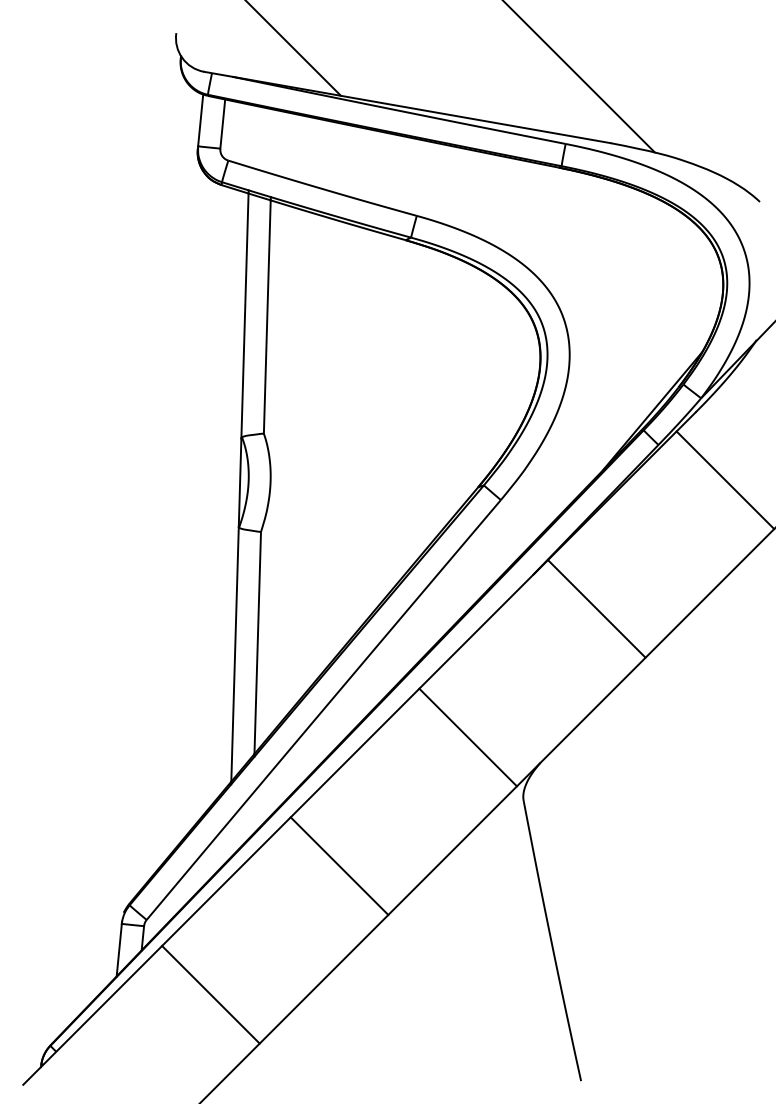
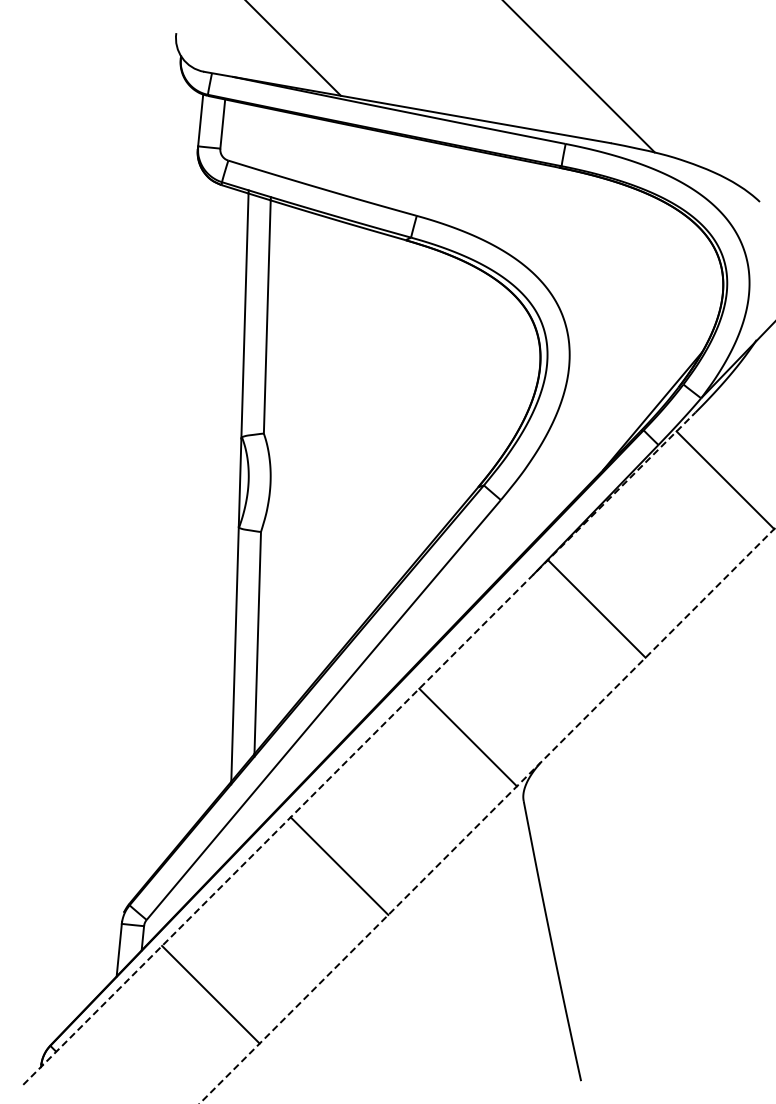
line at (359, 748): solid -> dashed
line at (487, 815): solid -> dashed
